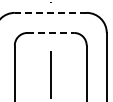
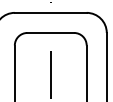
line at (50, 12): dashed -> solid
line at (51, 32): dashed -> solid
